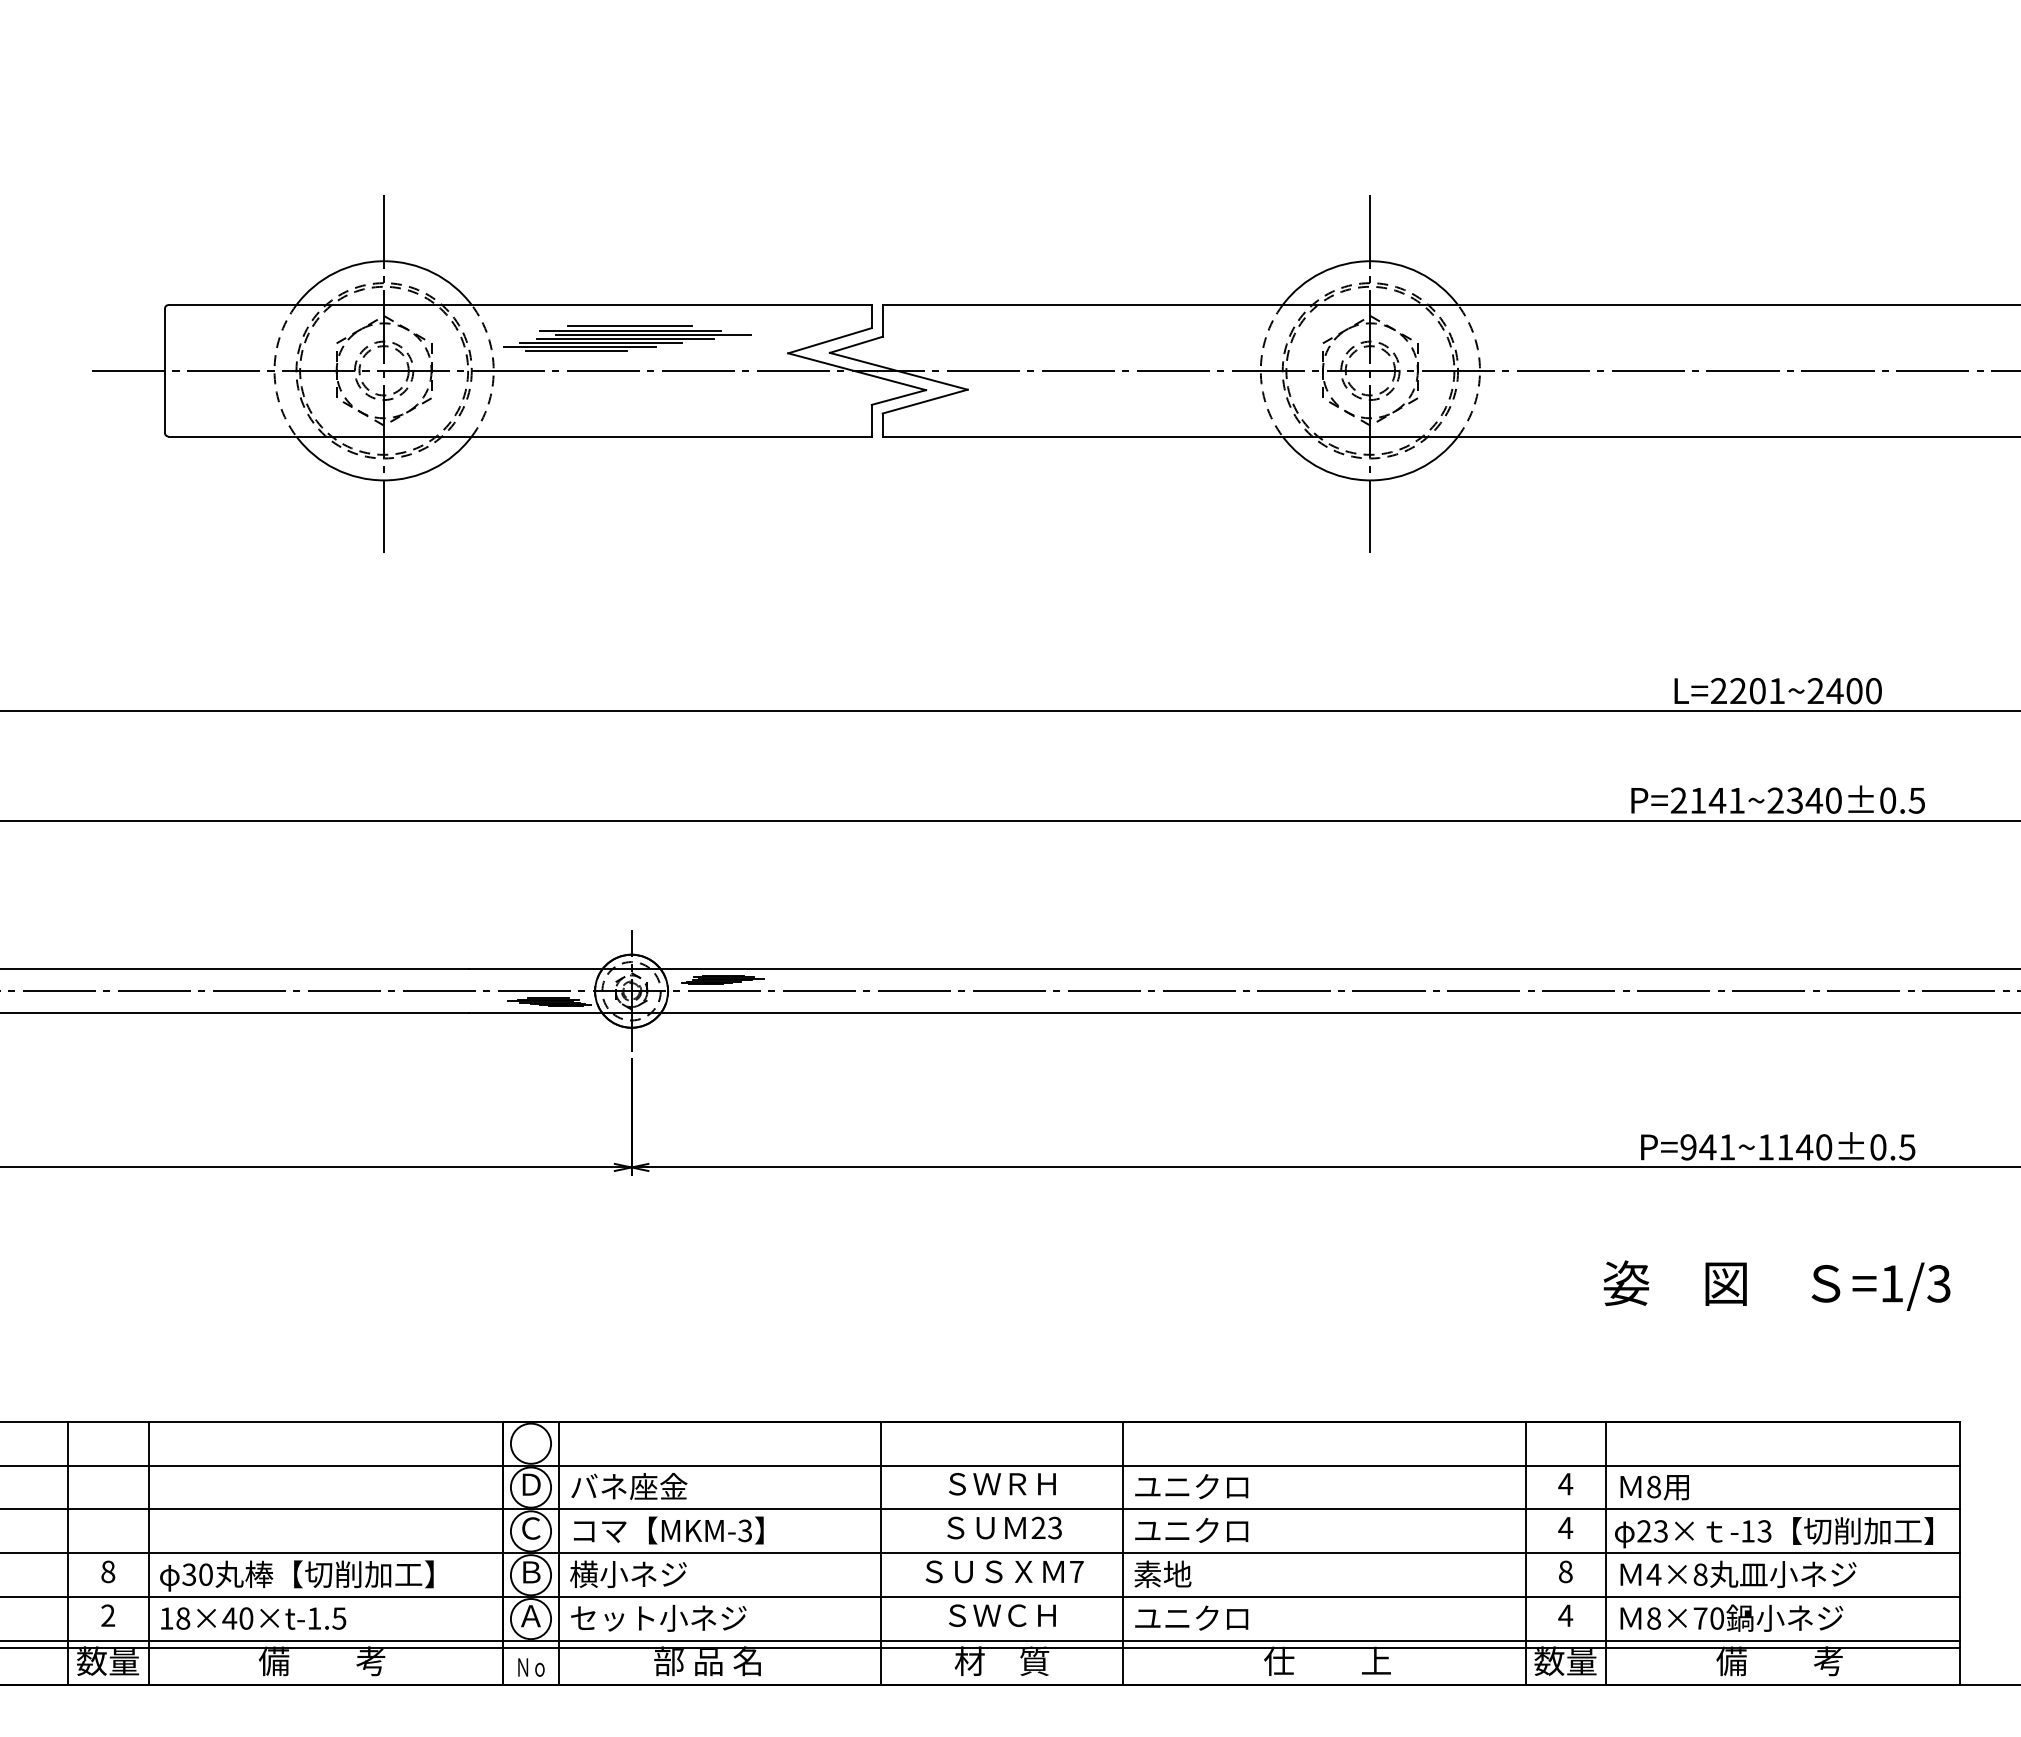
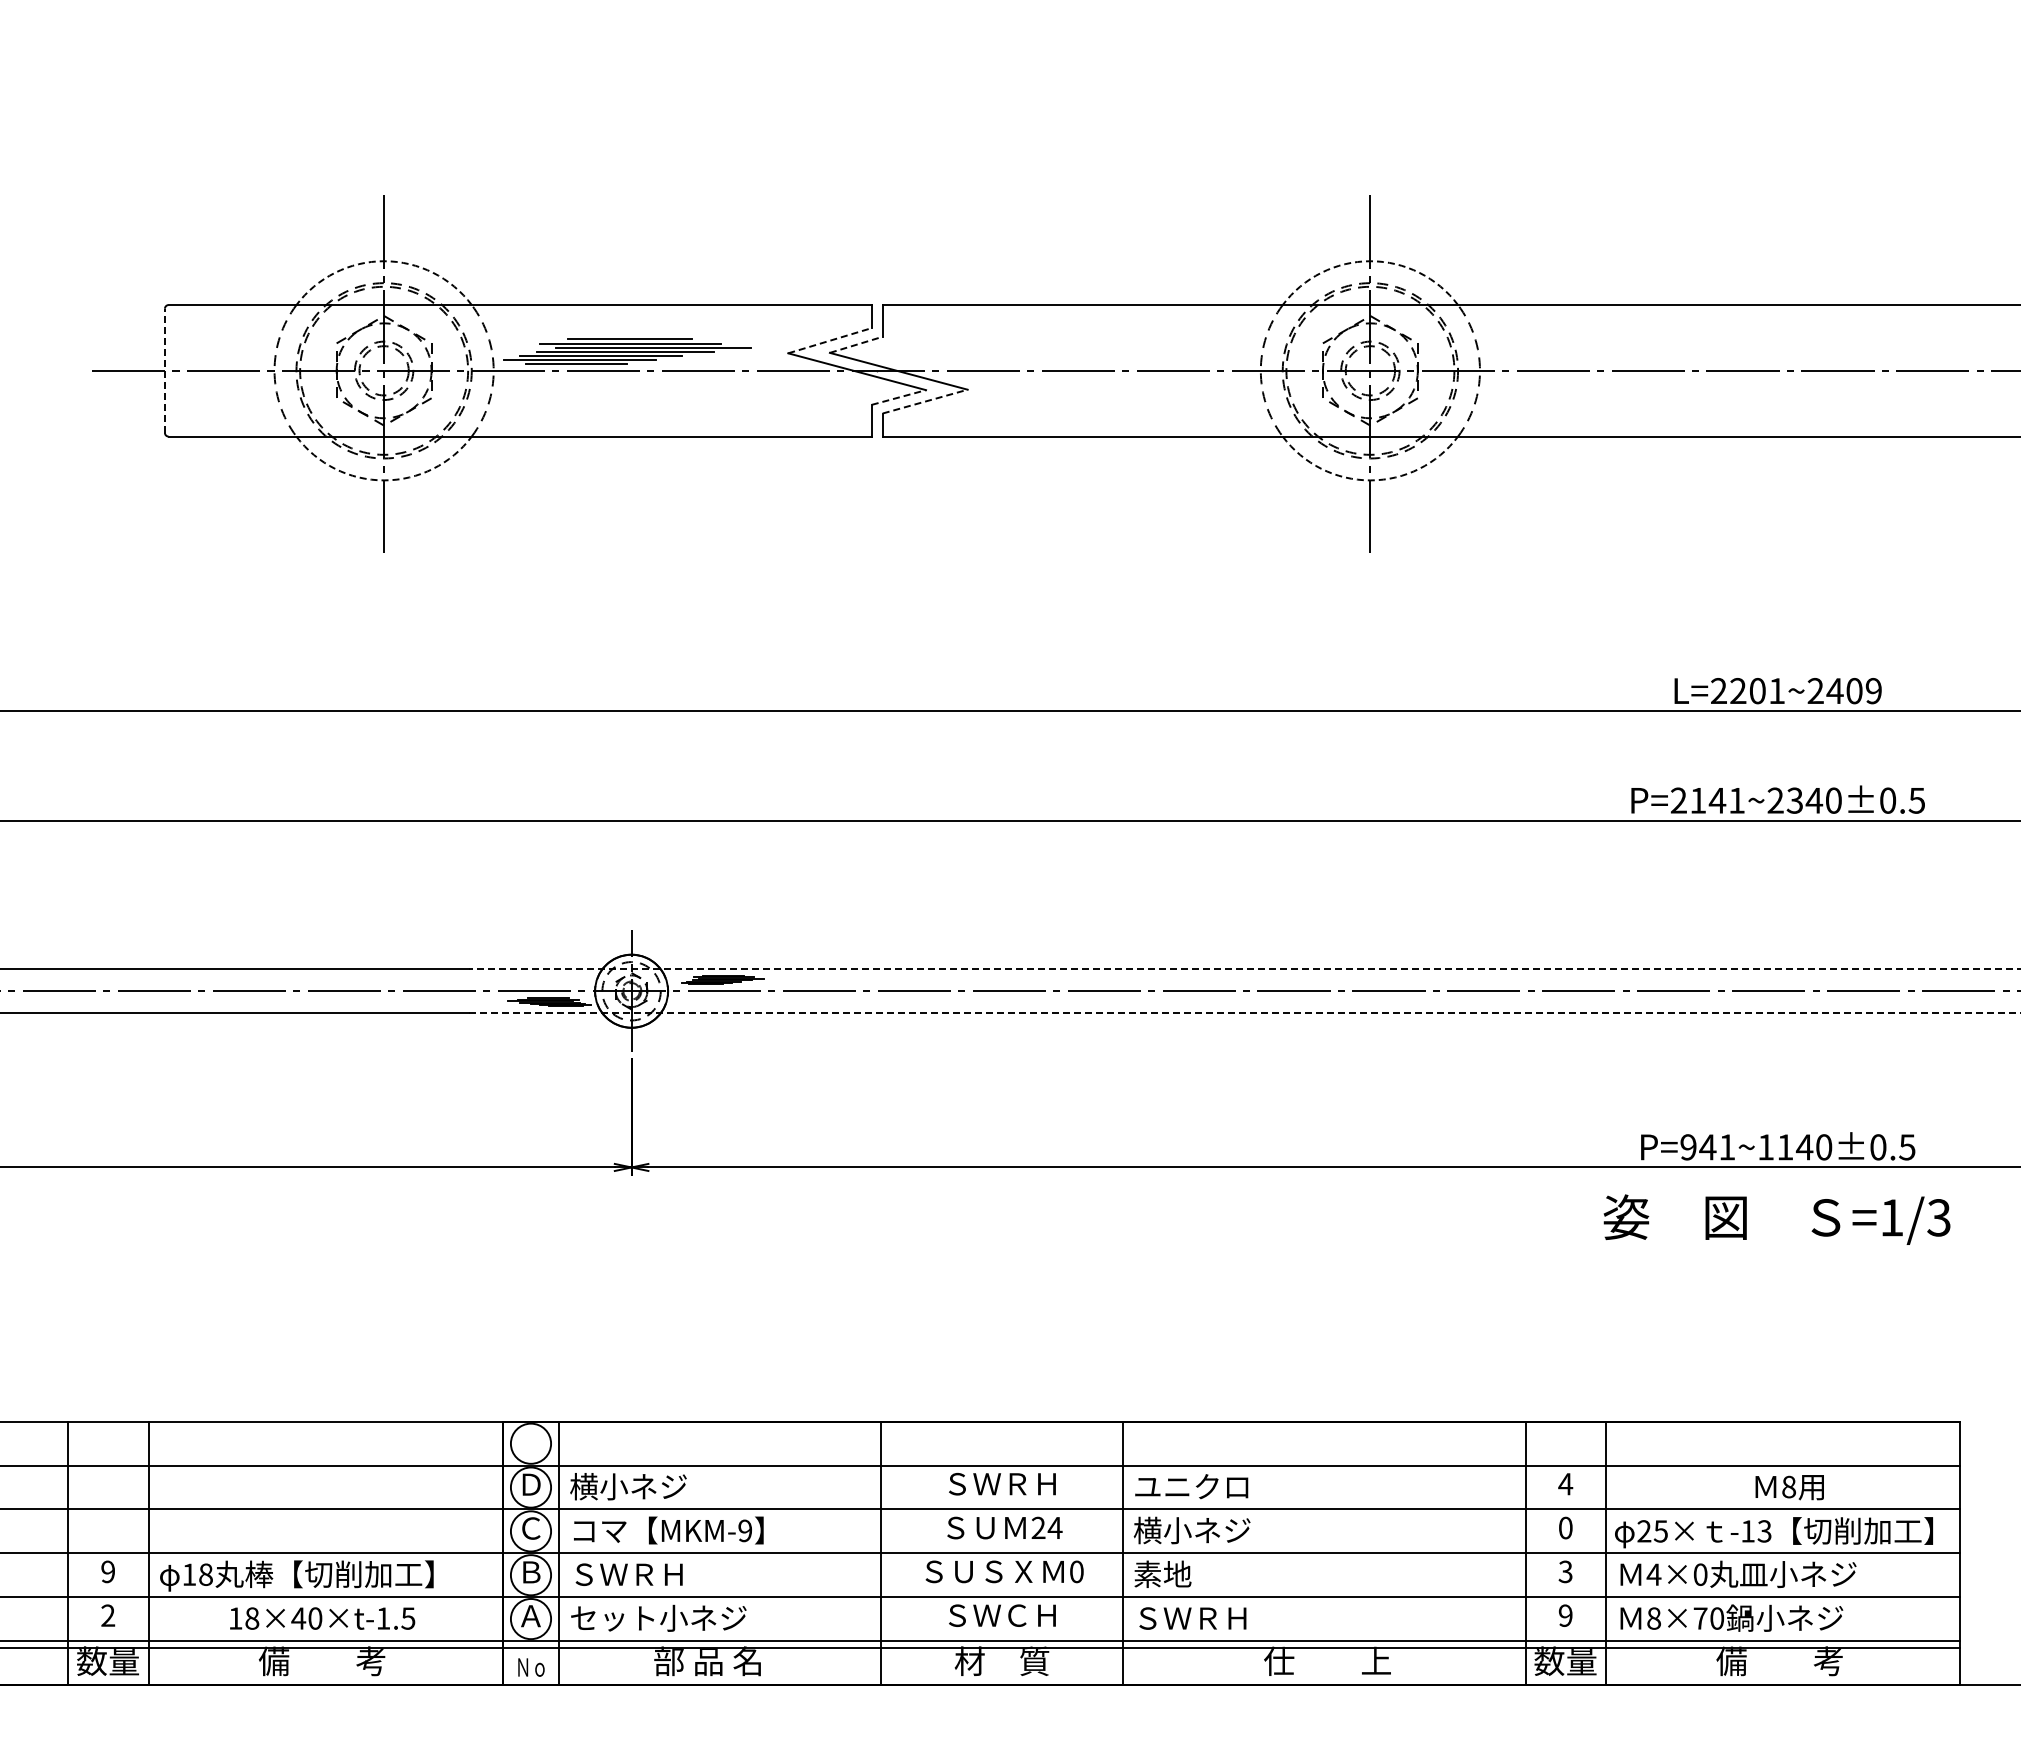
arc at (384, 261): solid -> dashed
arc at (1370, 261): solid -> dashed
part at (627, 338) position: (627, 338) -> (627, 351)
line at (830, 340): solid -> dashed
line at (856, 344): solid -> dashed
line at (164, 370): solid -> dashed
line at (899, 397): solid -> dashed
line at (925, 401): solid -> dashed
arc at (384, 480): solid -> dashed
arc at (1370, 480): solid -> dashed
text at (1873, 691): L=2201~2400 -> L=2201~2409
line at (1244, 969): solid -> dashed
line at (1244, 1013): solid -> dashed
text at (1776, 1285) position: (1776, 1285) -> (1776, 1219)
text at (628, 1486): バネ座金 -> 横小ネジ
text at (1654, 1487) position: (1654, 1487) -> (1789, 1487)
text at (1054, 1527): 23 -> 24
text at (1565, 1527): 4 -> 0
text at (1191, 1530): ユニクロ -> 横小ネジ
text at (744, 1531): MKM-3 -> MKM-9
text at (1660, 1531): 23× -> 25×
text at (108, 1571): 8 -> 9
text at (1076, 1571): 7 -> 0
text at (1565, 1571): 8 -> 3
text at (197, 1574): 30 -> 18
text at (628, 1574): 横小ネジ -> ＳＷＲＨ
text at (1700, 1574): 4×8 -> 4×0
text at (1565, 1615): 4 -> 9
text at (1191, 1617): ユニクロ -> ＳＷＲＨ
text at (253, 1618) position: (253, 1618) -> (322, 1618)
